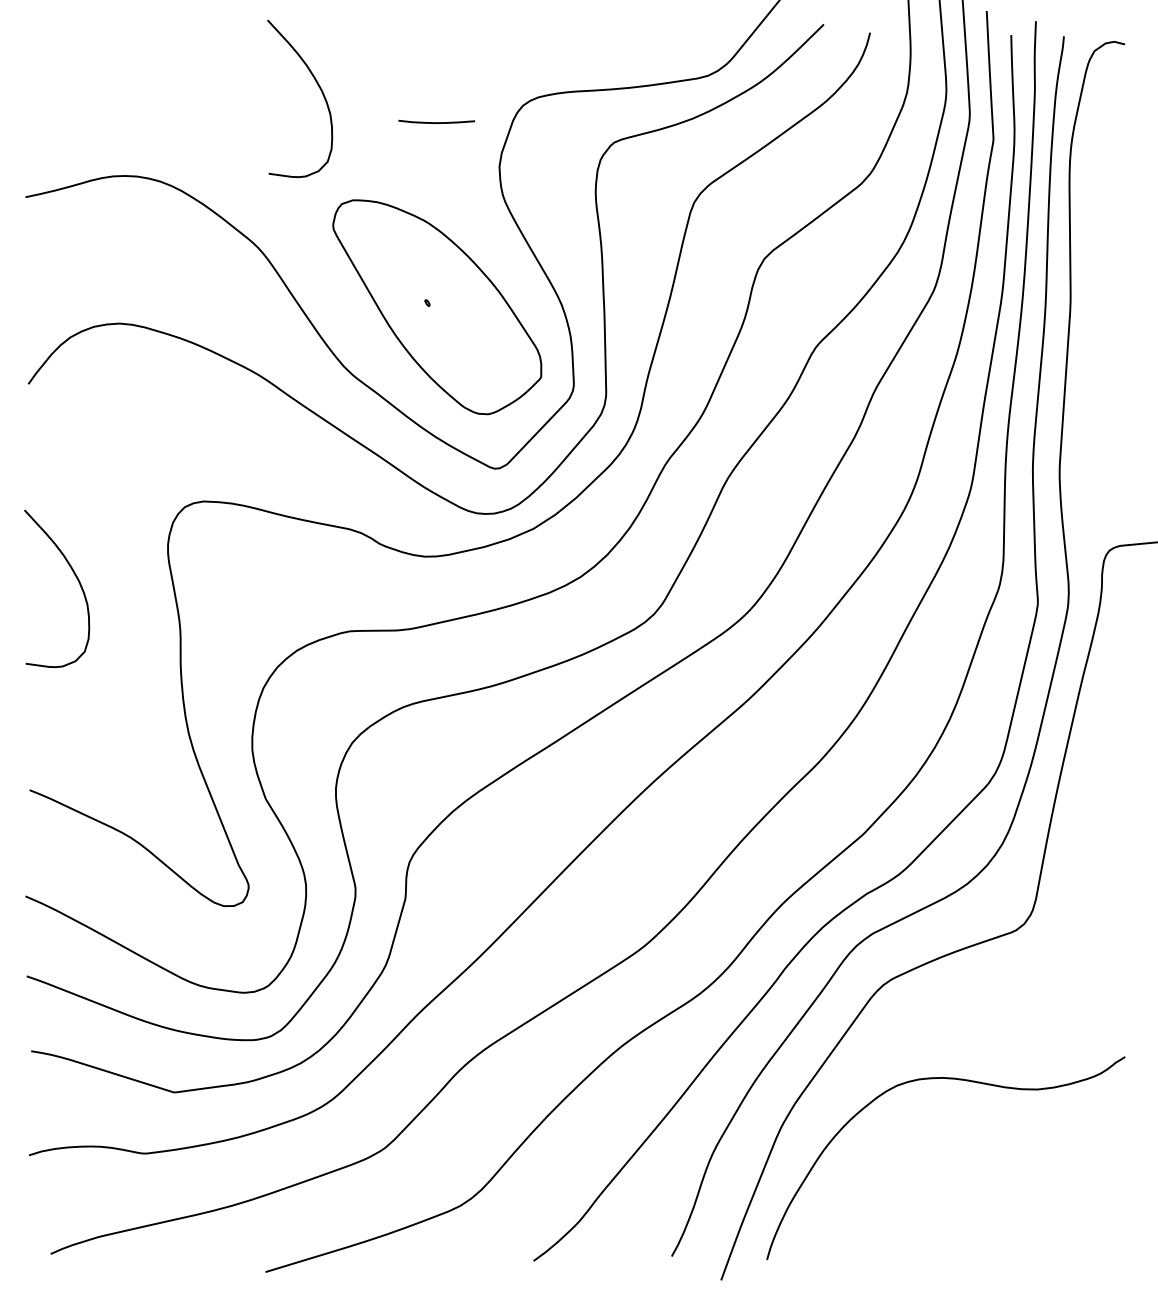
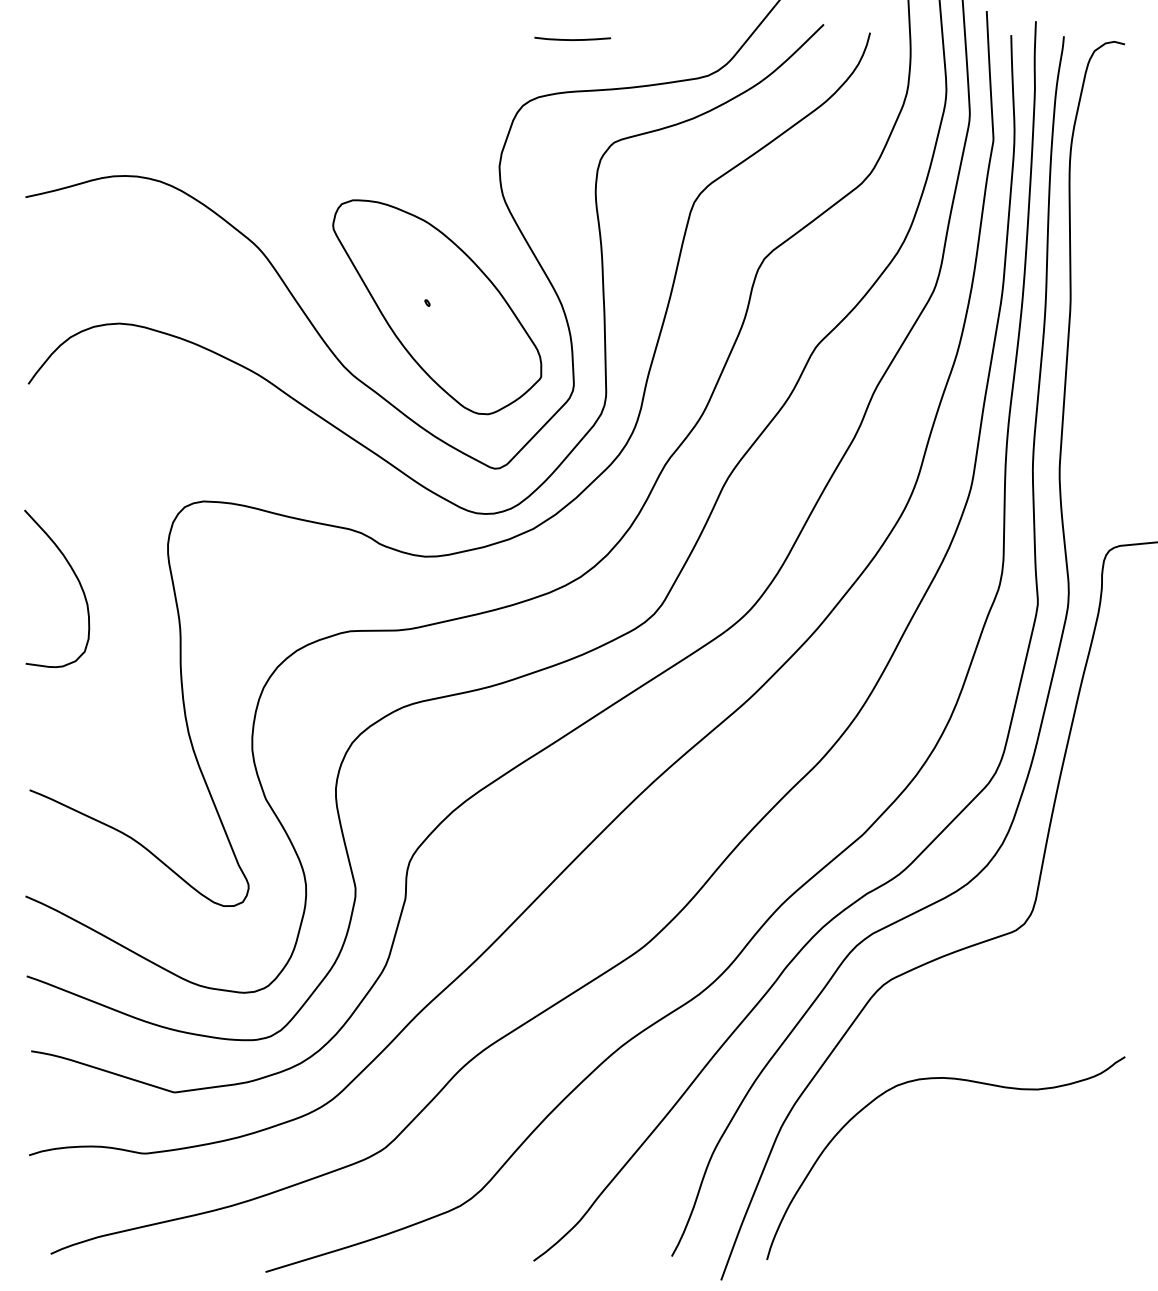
curve at (317, 85): present -> none
curve at (436, 122) position: (436, 122) -> (572, 39)
